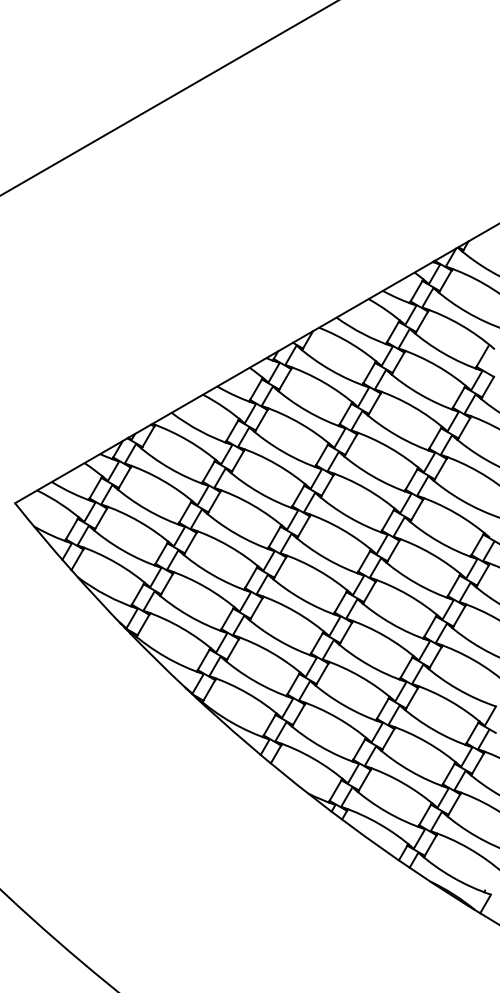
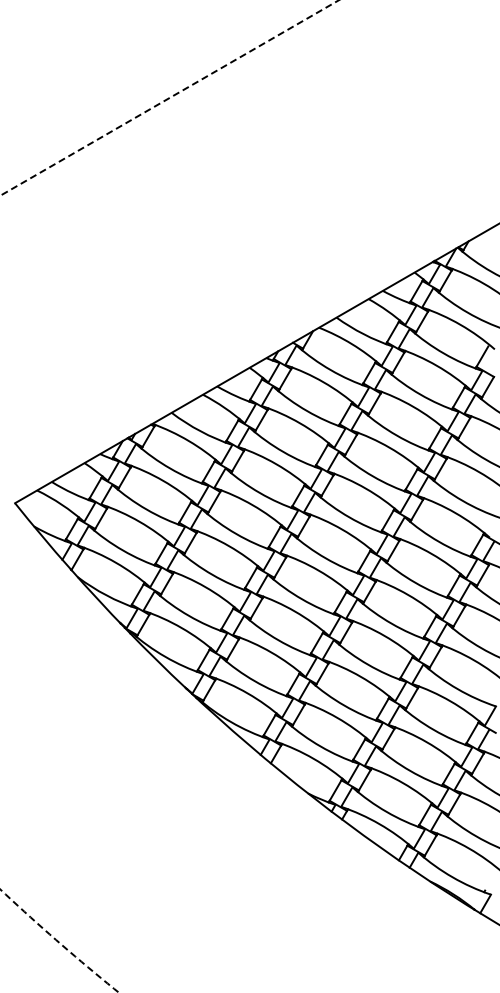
line at (169, 98): solid -> dashed
arc at (58, 942): solid -> dashed
